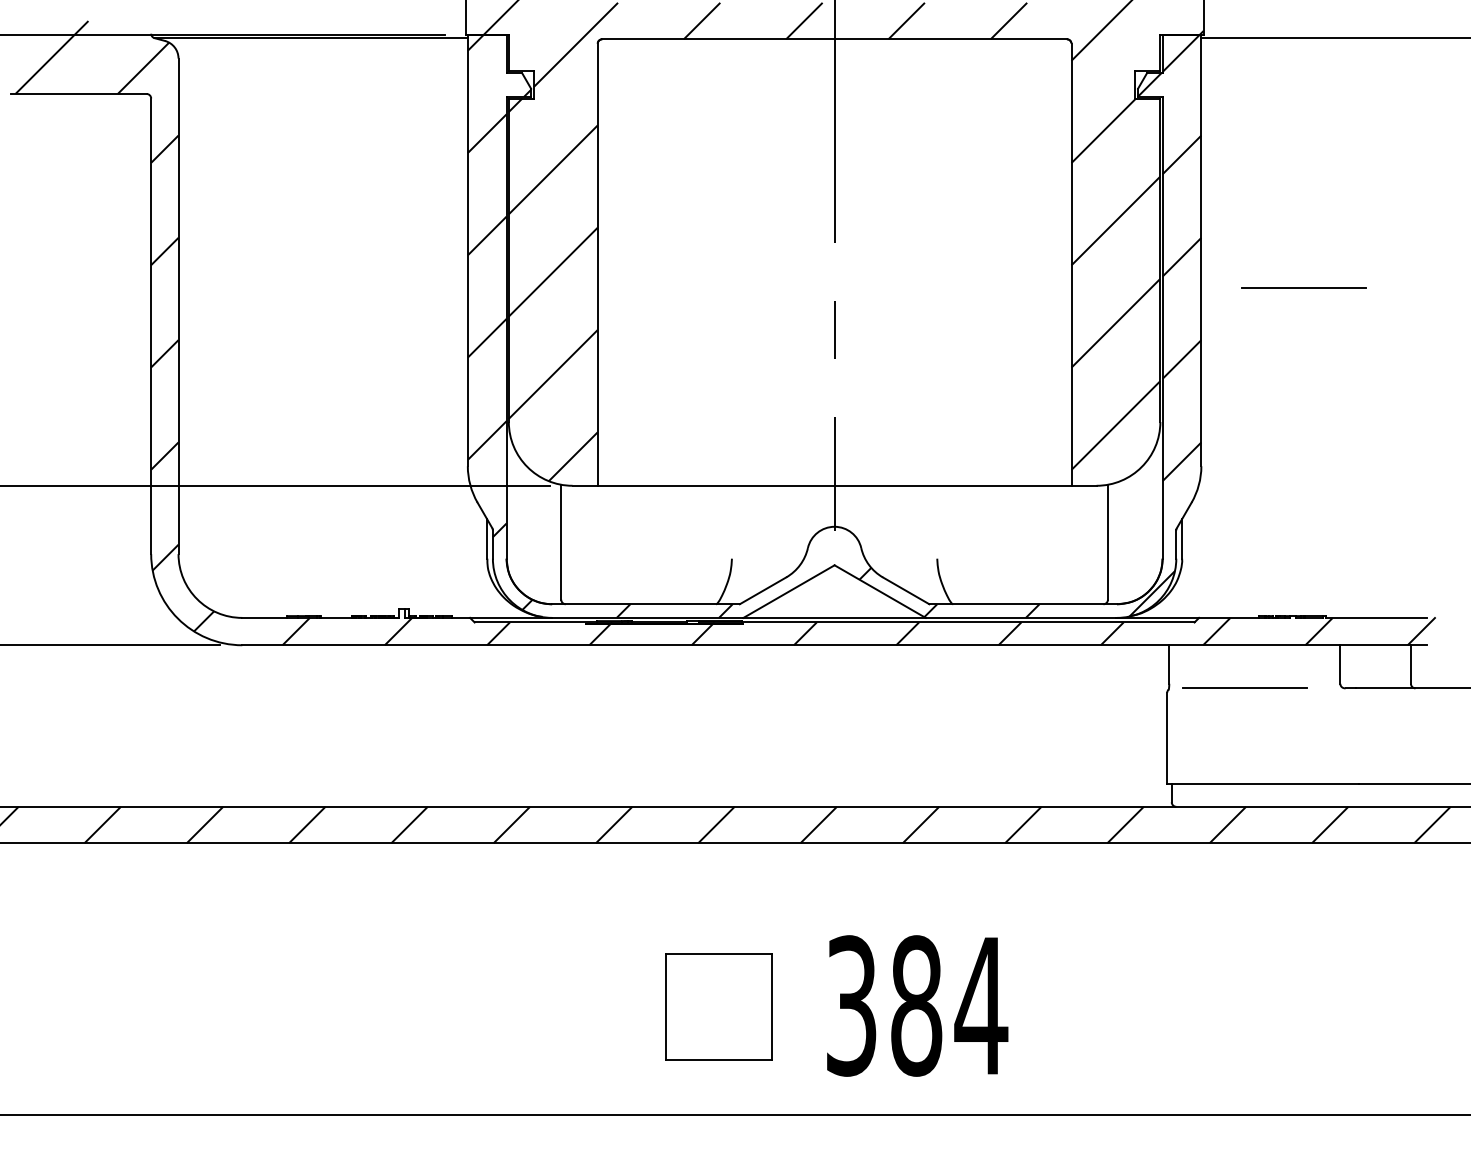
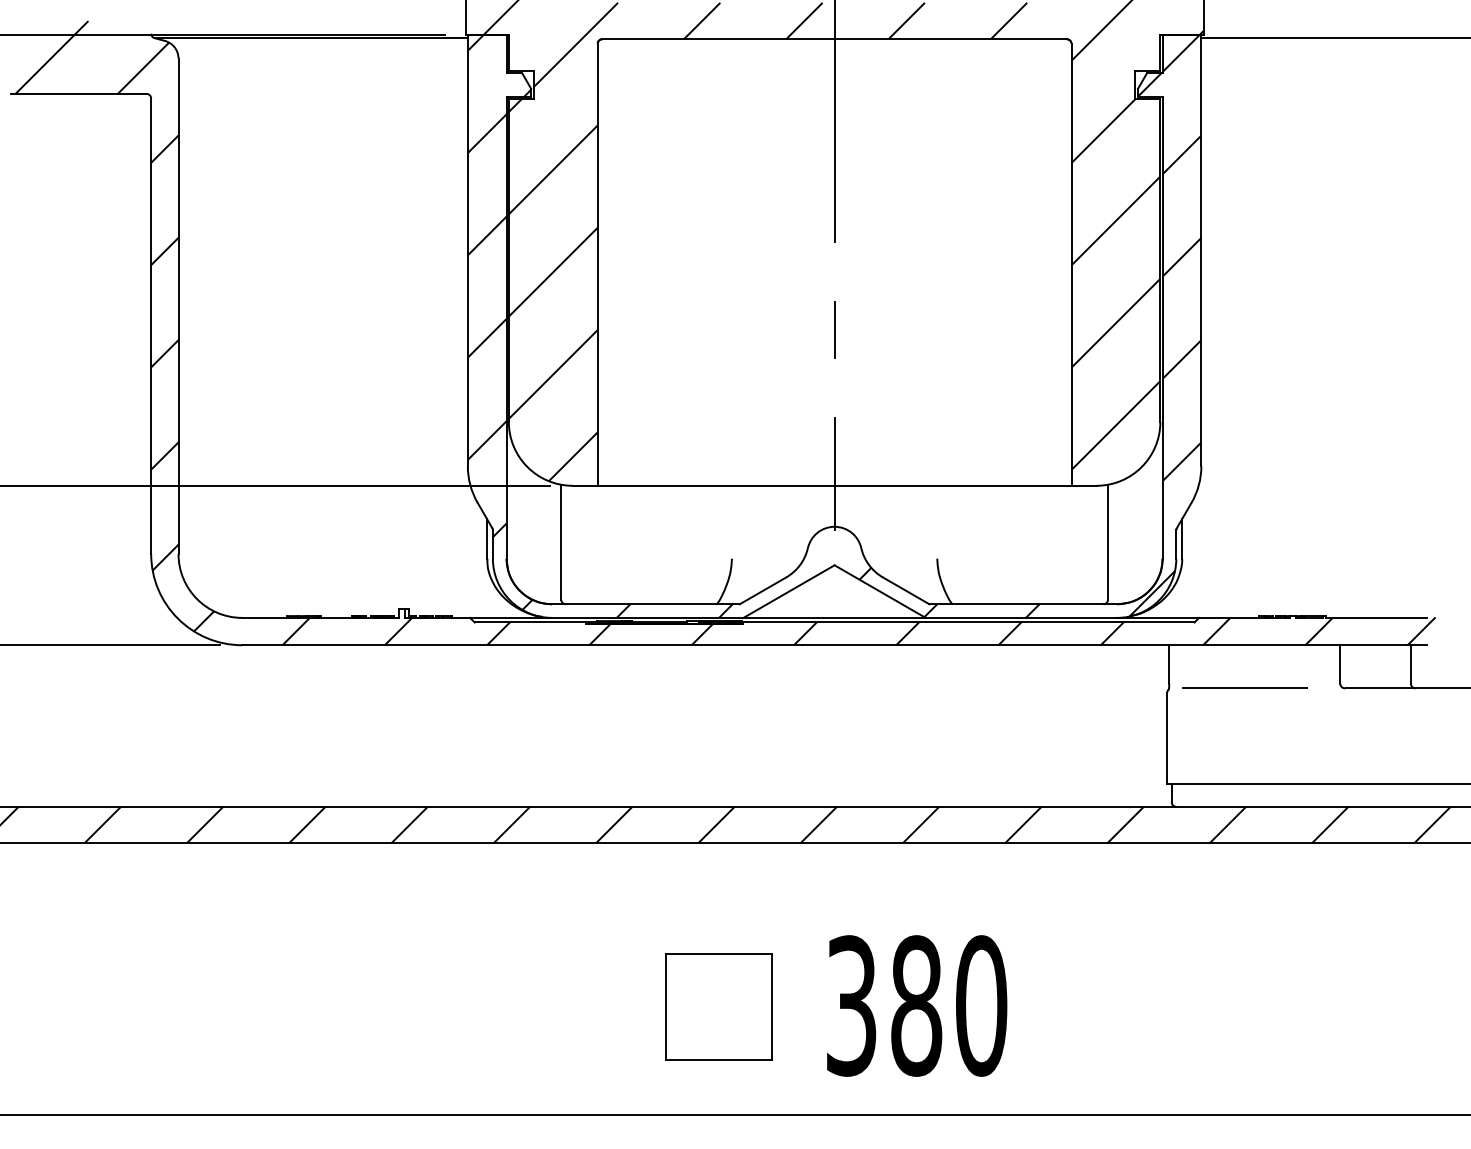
line at (1303, 287): present -> none
text at (981, 1005): 384 -> 380
